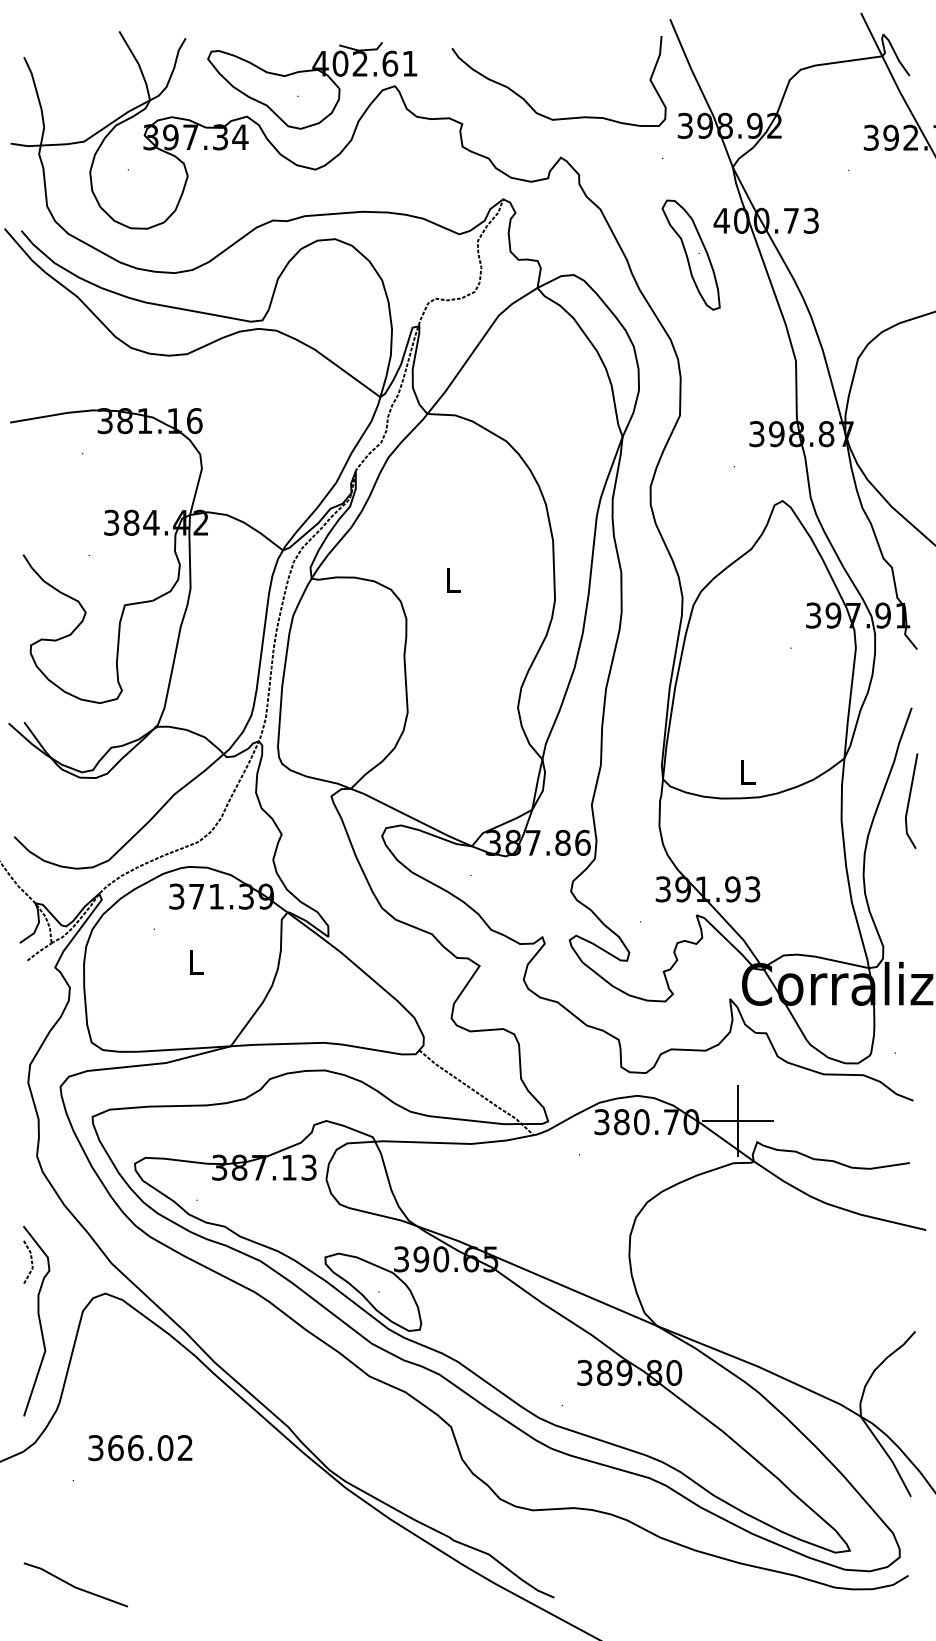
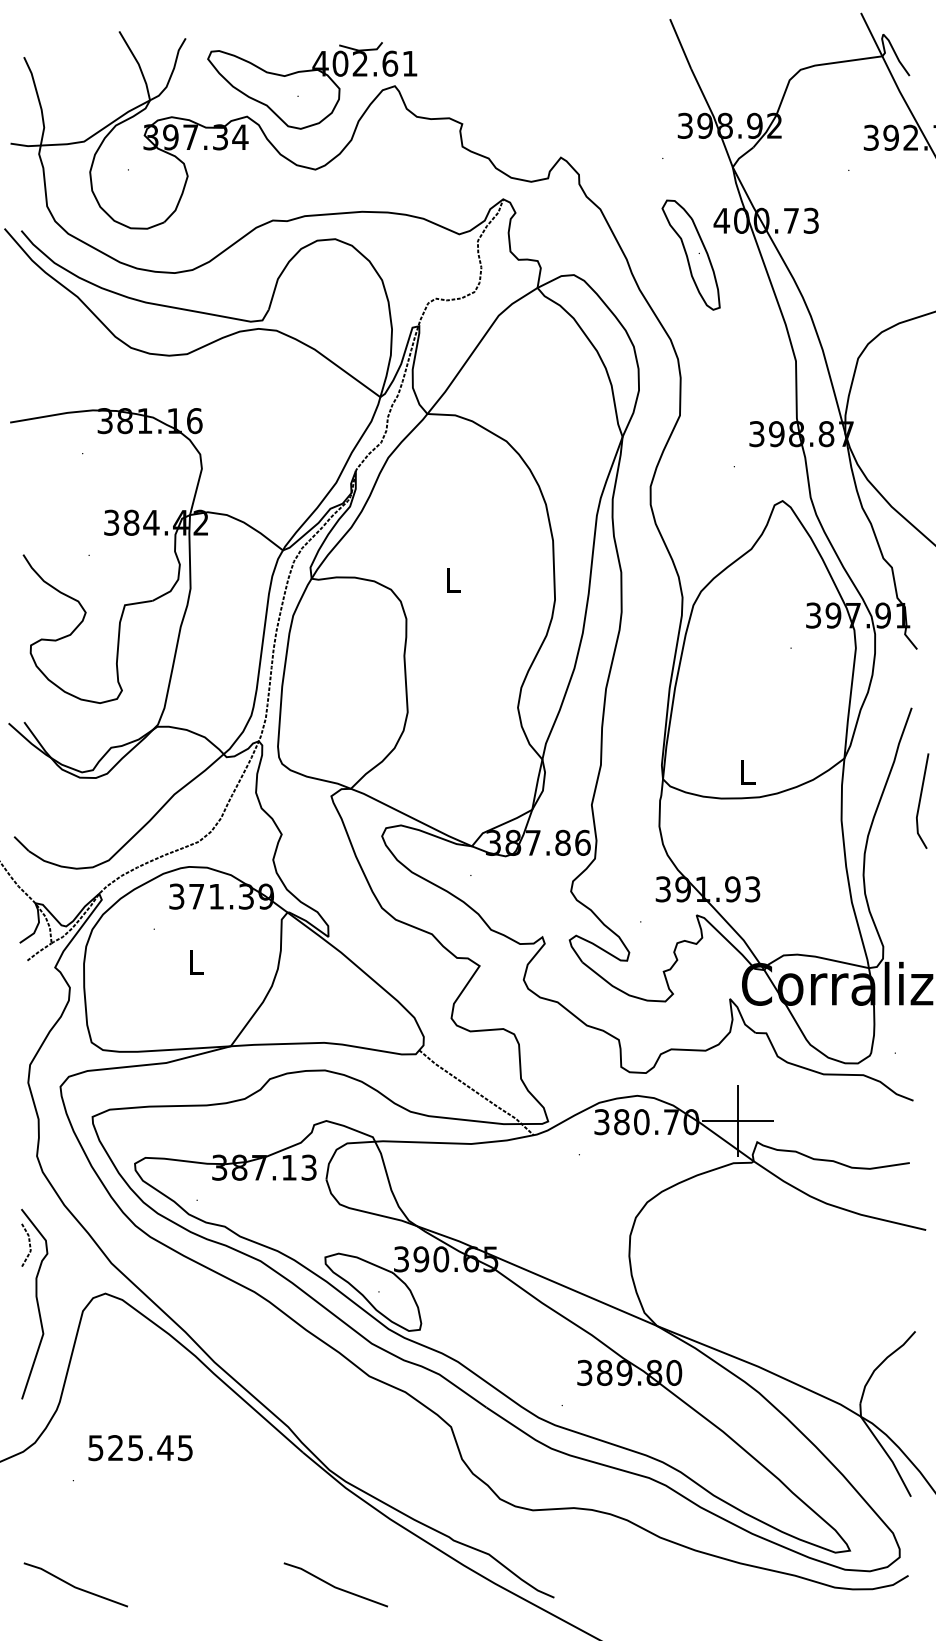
curve at (545, 115): present -> none
line at (910, 799) position: (910, 799) -> (921, 799)
part at (36, 1320) position: (36, 1320) -> (34, 1303)
text at (140, 1448): 366.02 -> 525.45
line at (335, 1586): none -> present
